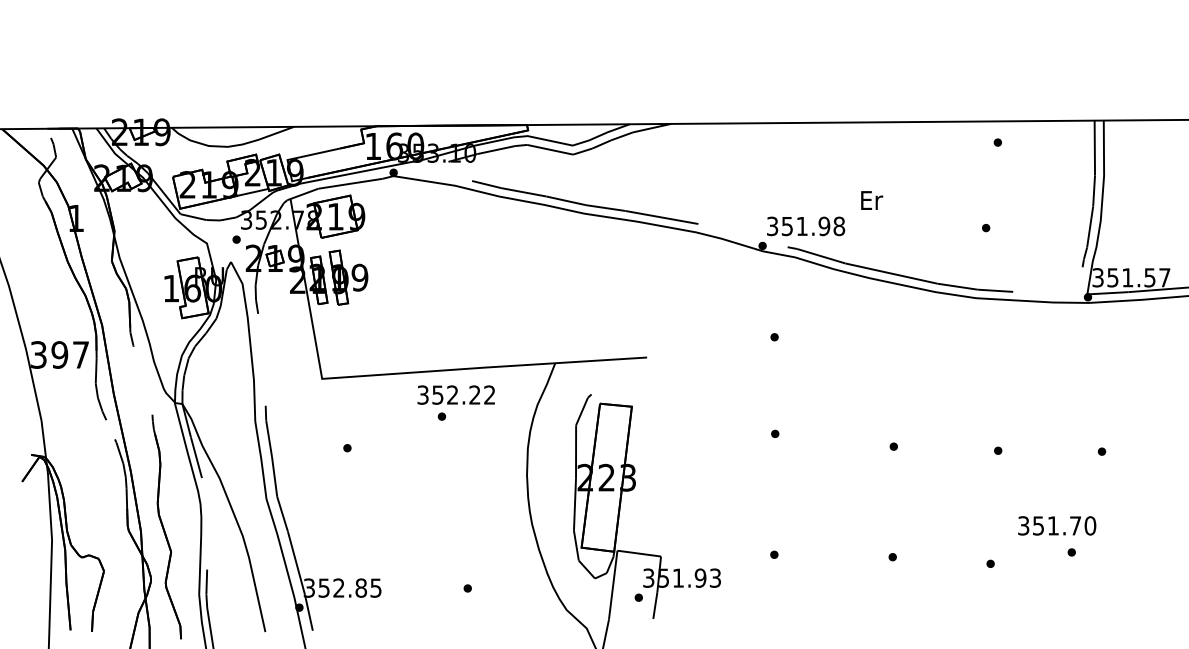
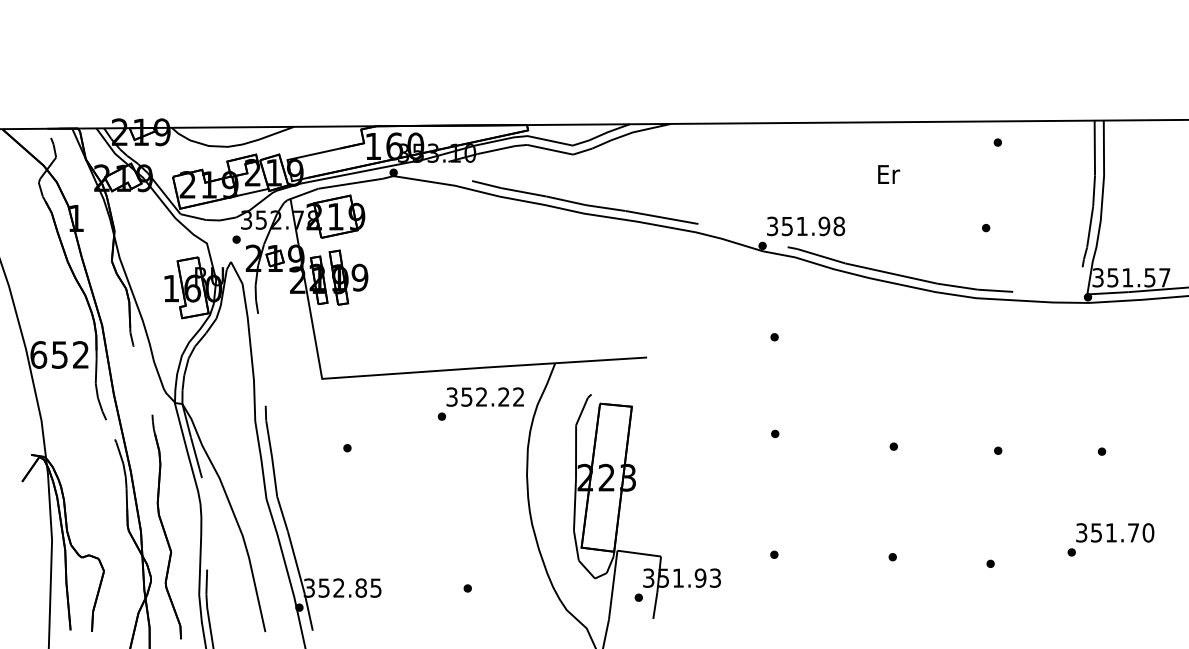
text at (872, 200) position: (872, 200) -> (889, 174)
text at (59, 354): 397 -> 652
text at (455, 394) position: (455, 394) -> (484, 396)
text at (1057, 525) position: (1057, 525) -> (1115, 532)
